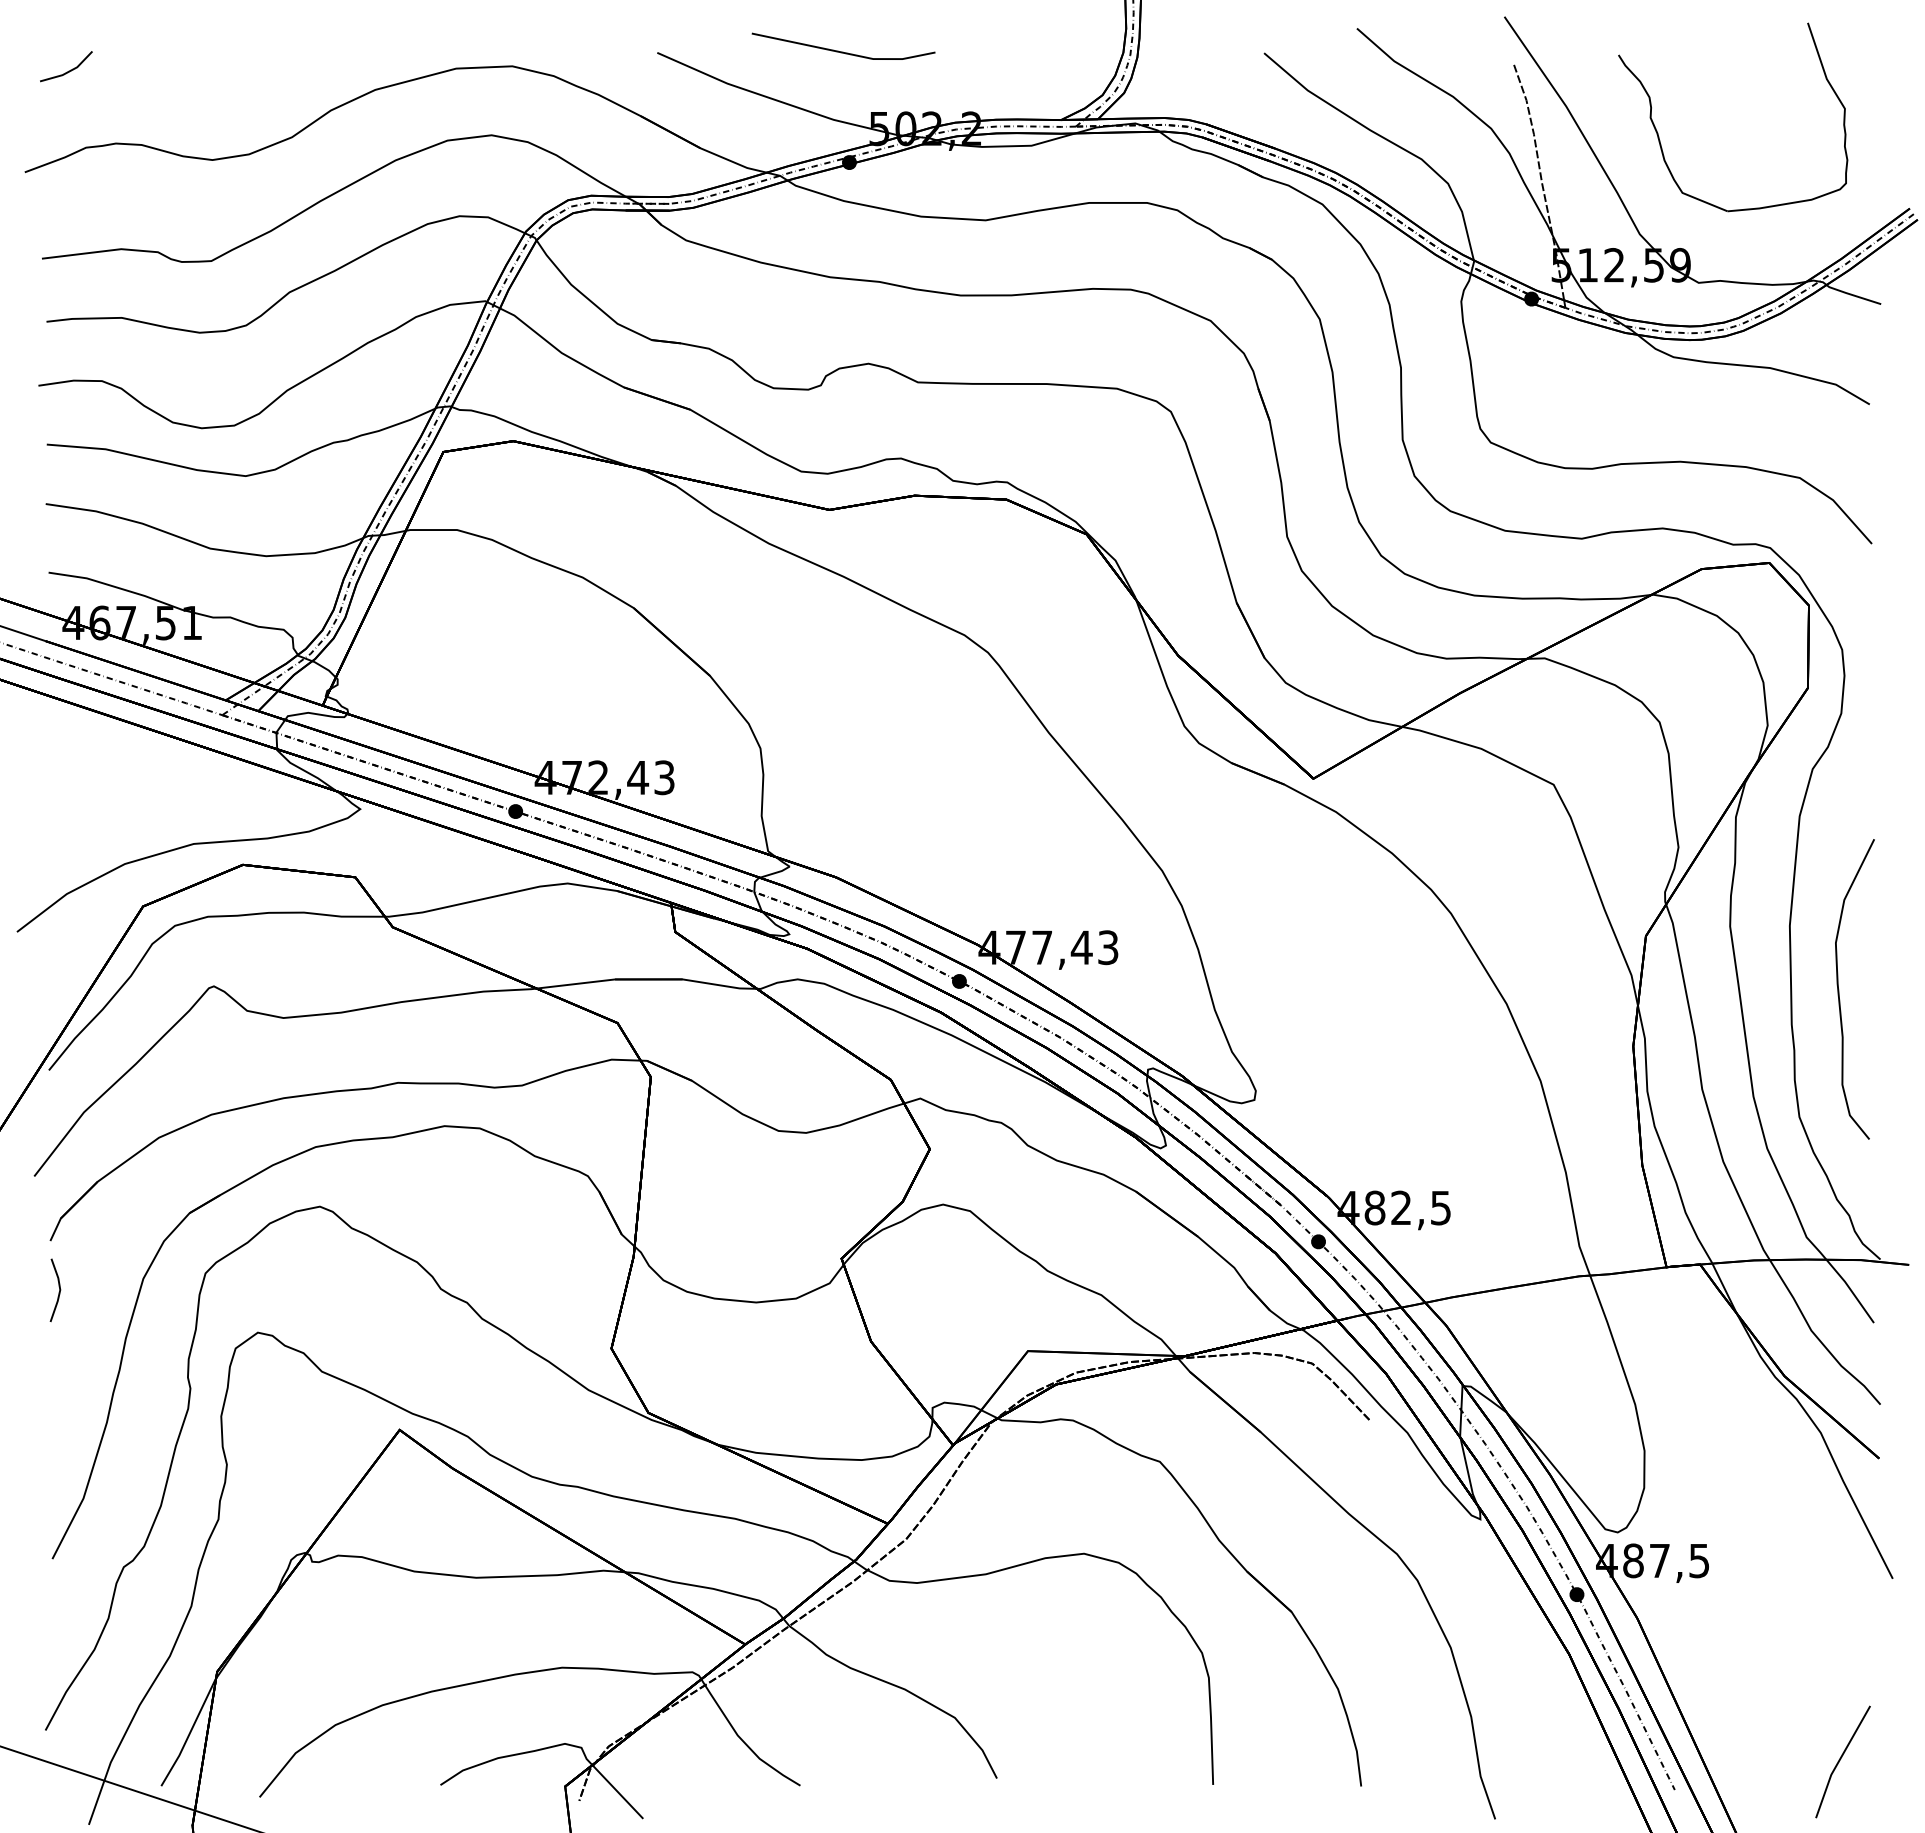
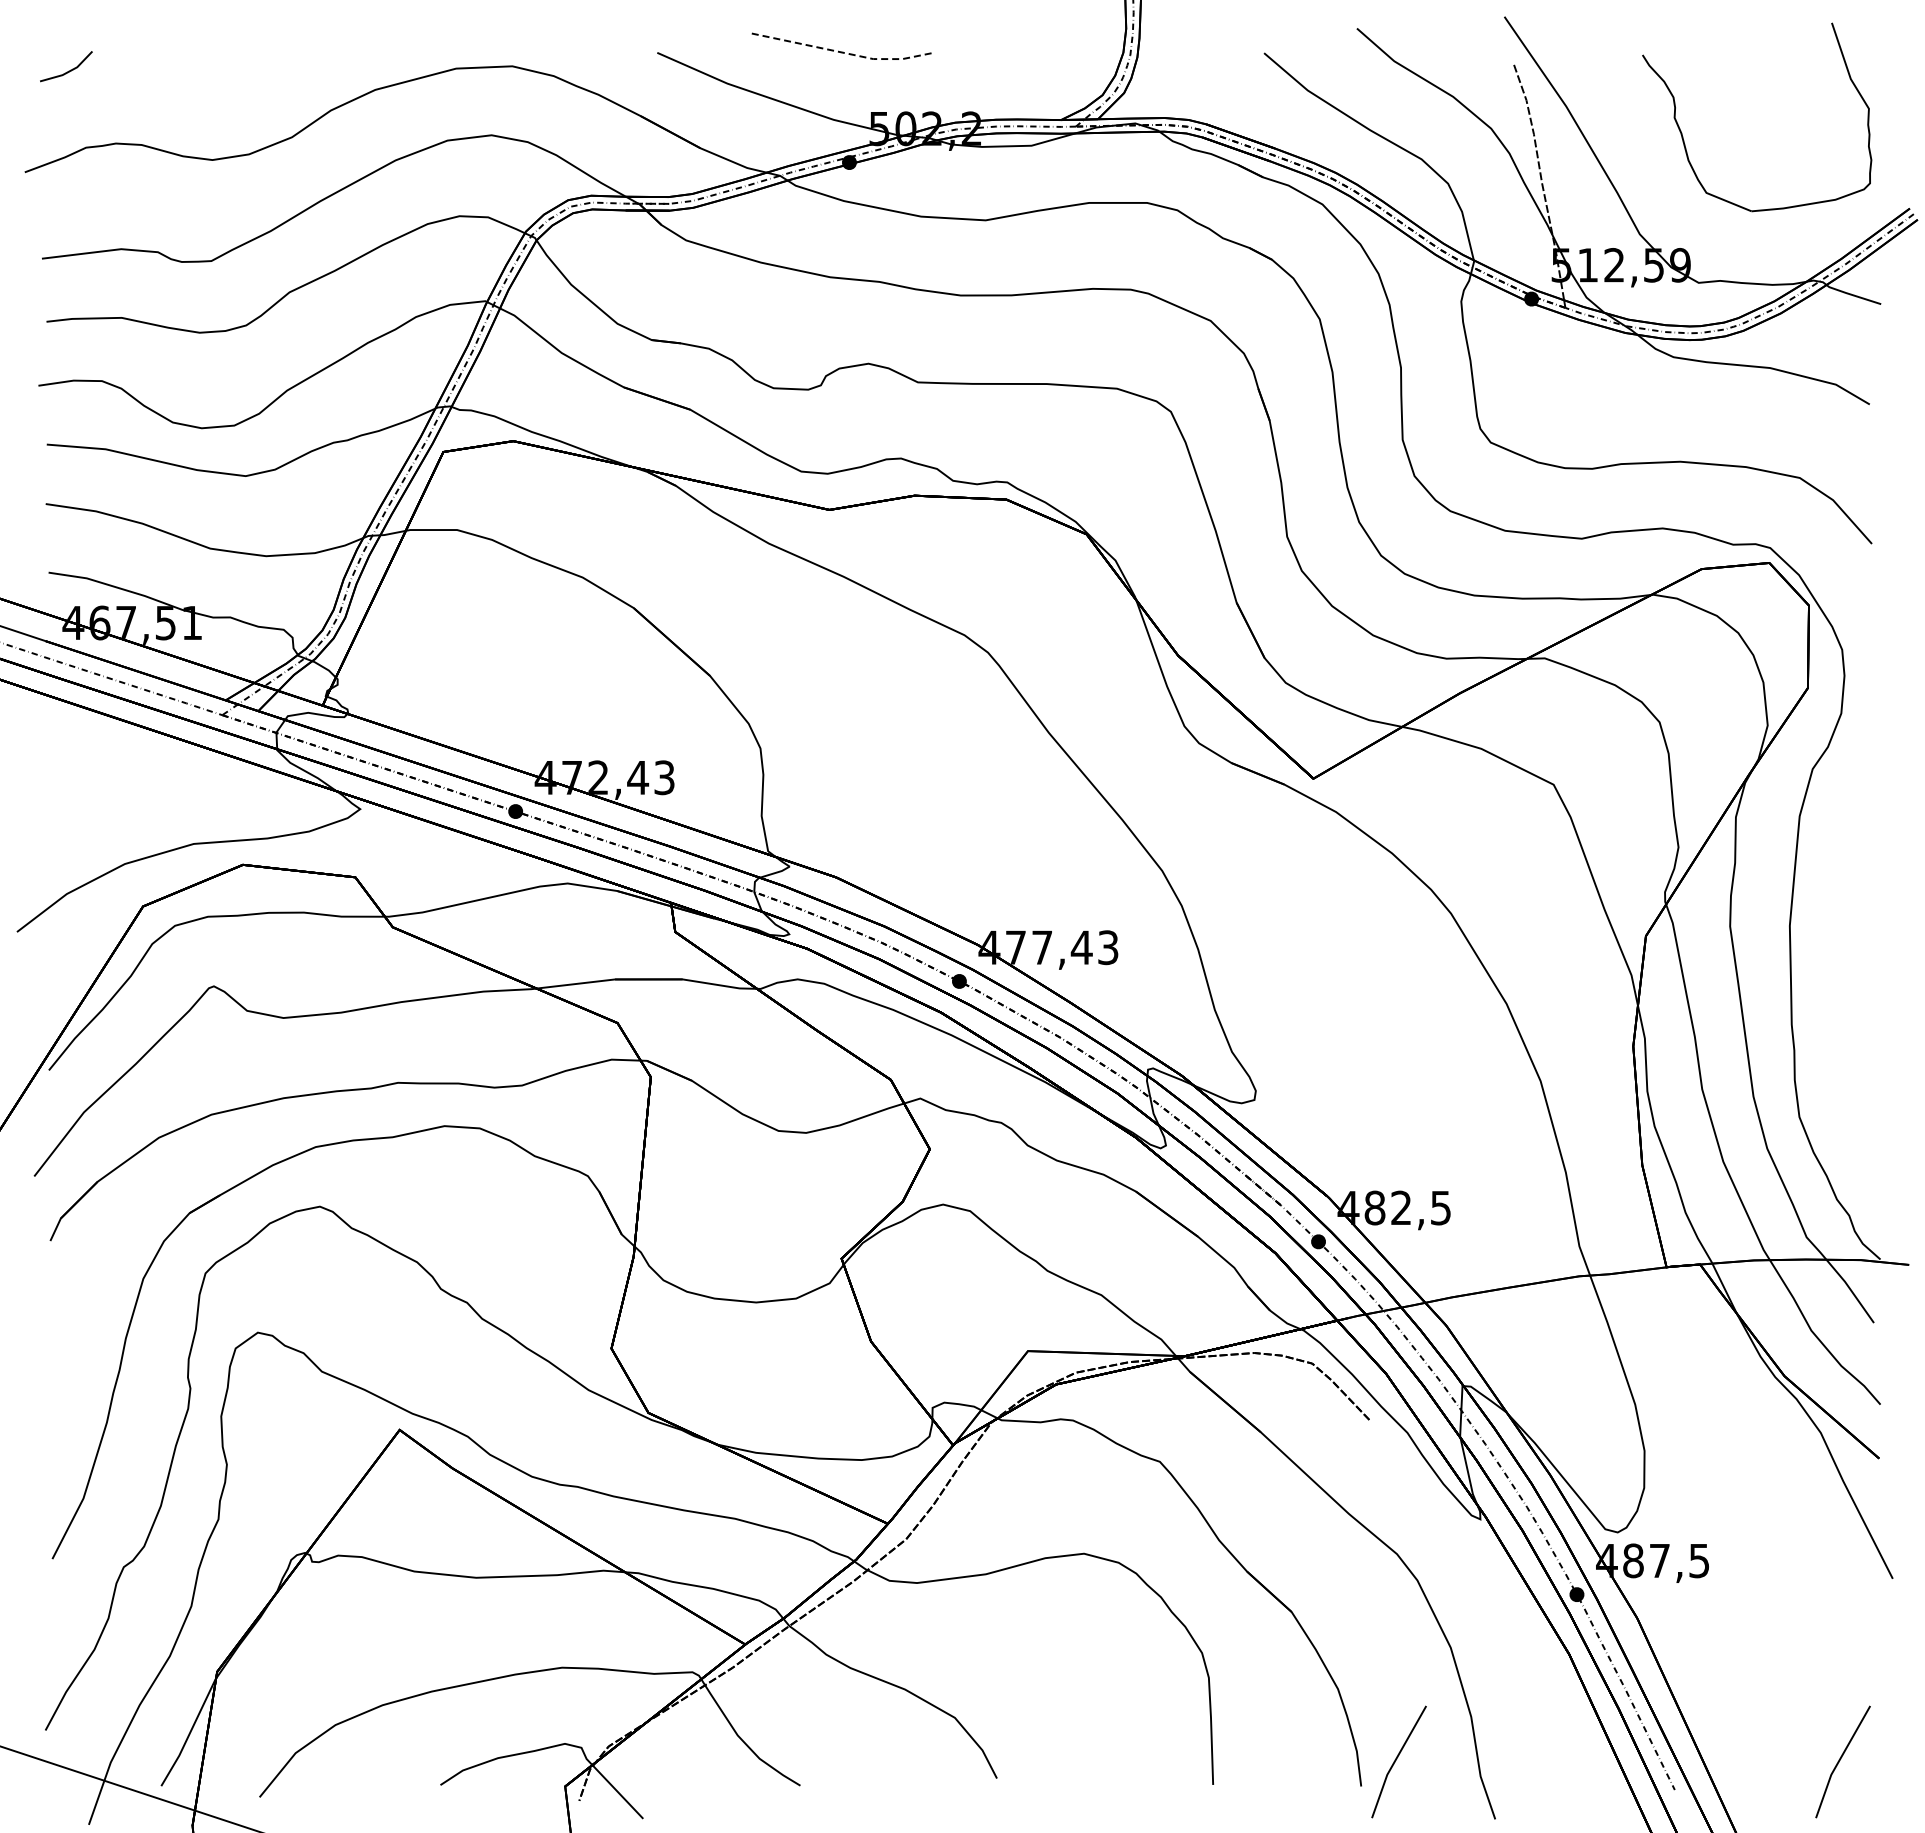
line at (845, 53): solid -> dashed
part at (1659, 136) position: (1659, 136) -> (1683, 136)
curve at (1839, 989): present -> none
line at (58, 1292): present -> none
line at (1397, 1759): none -> present
